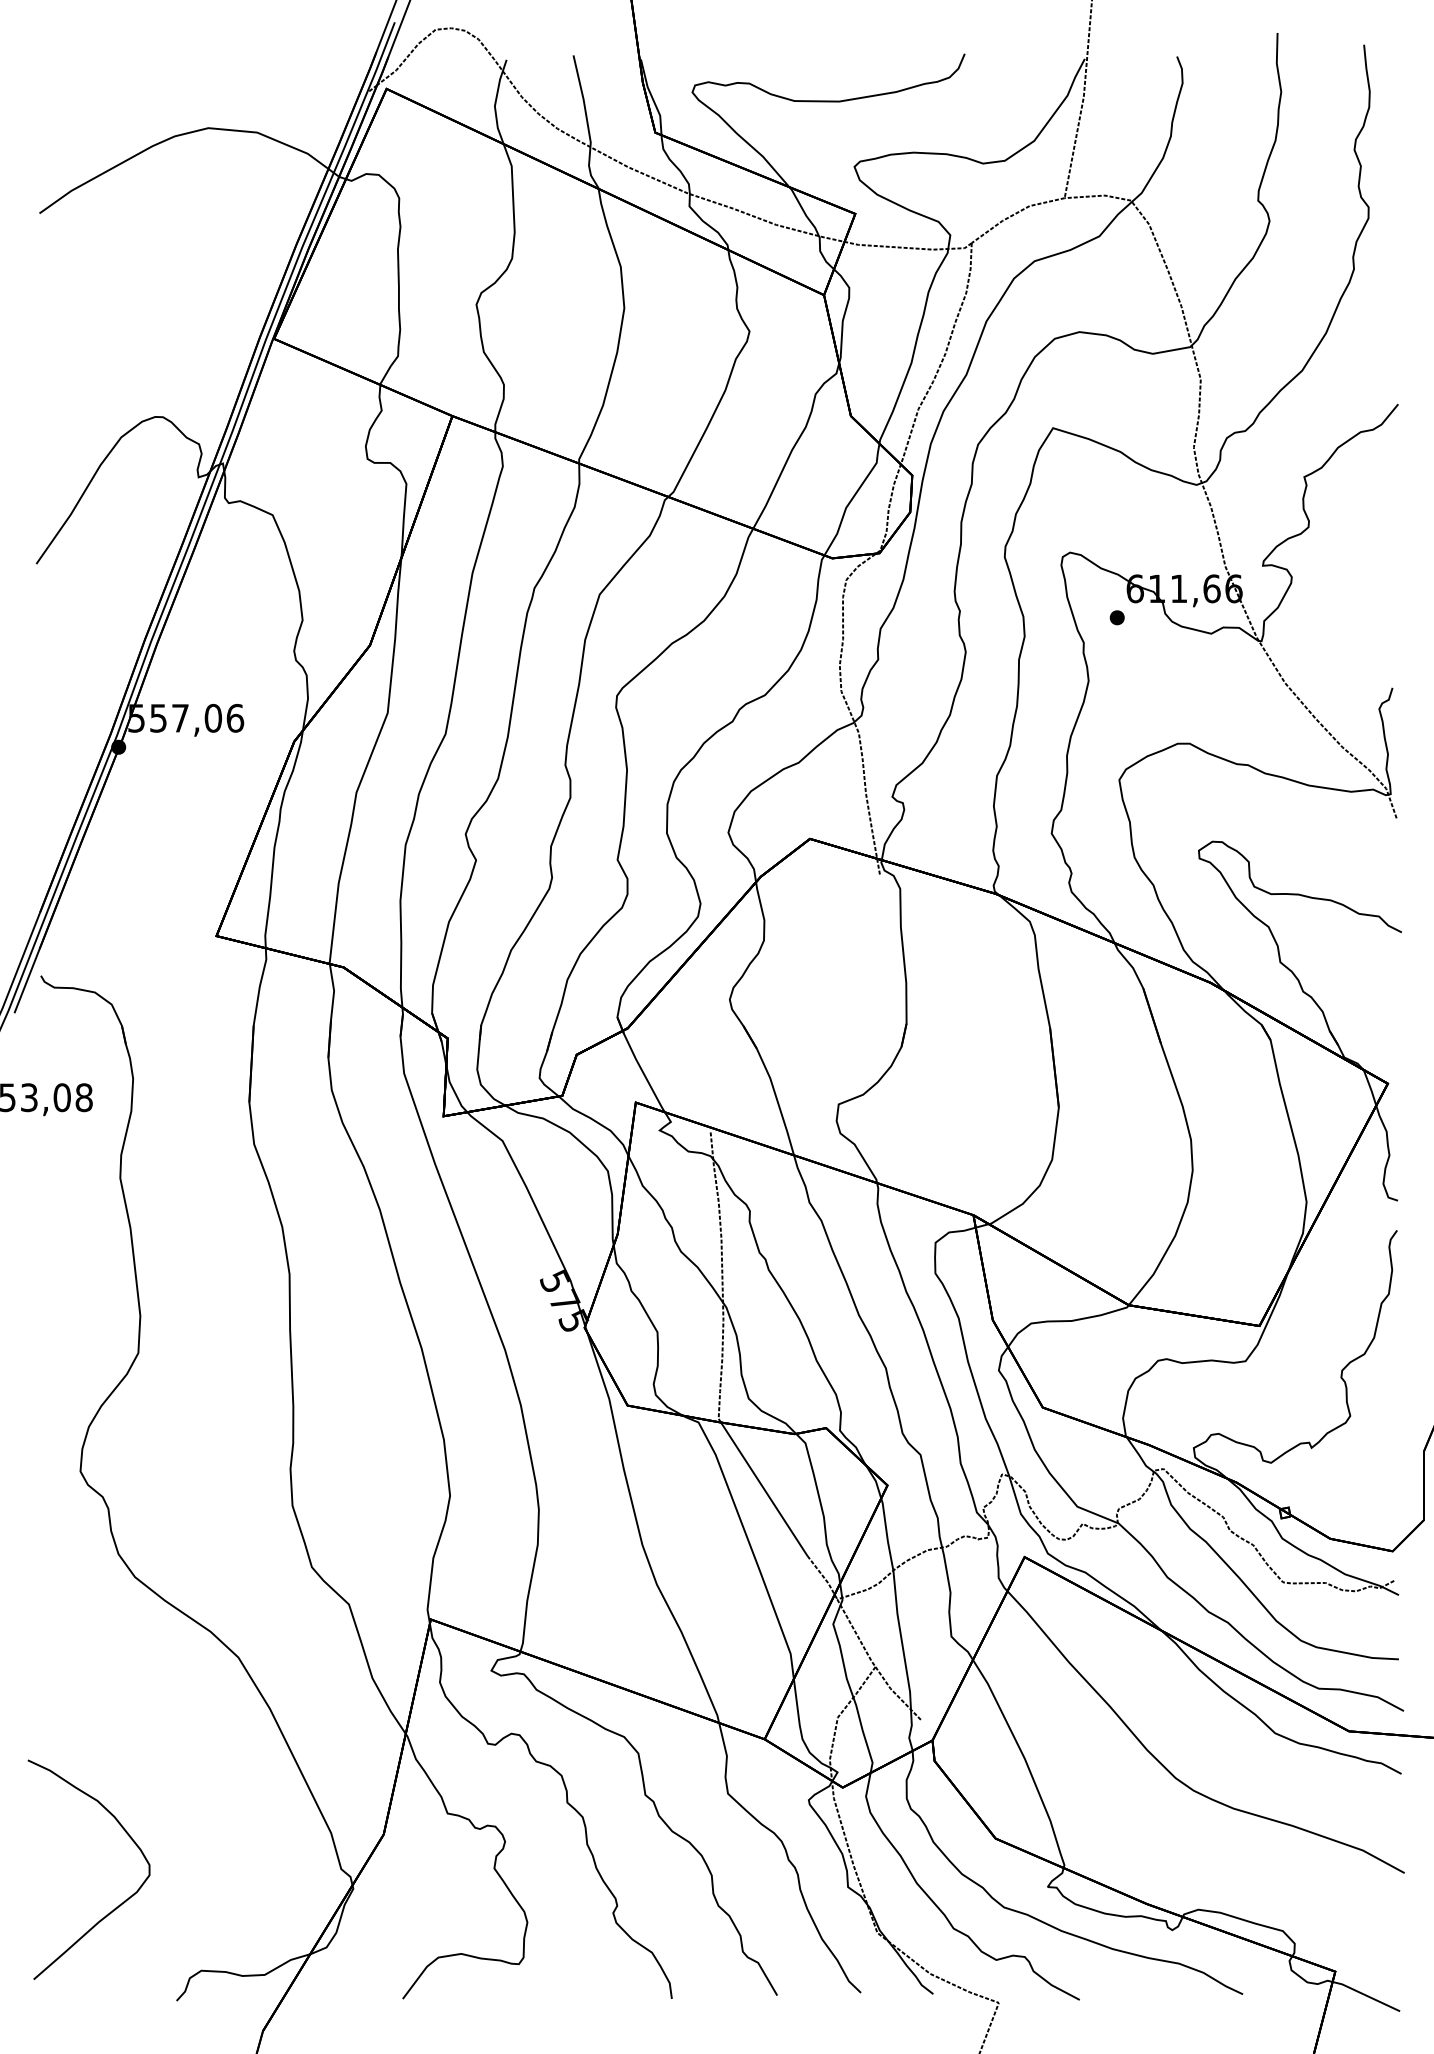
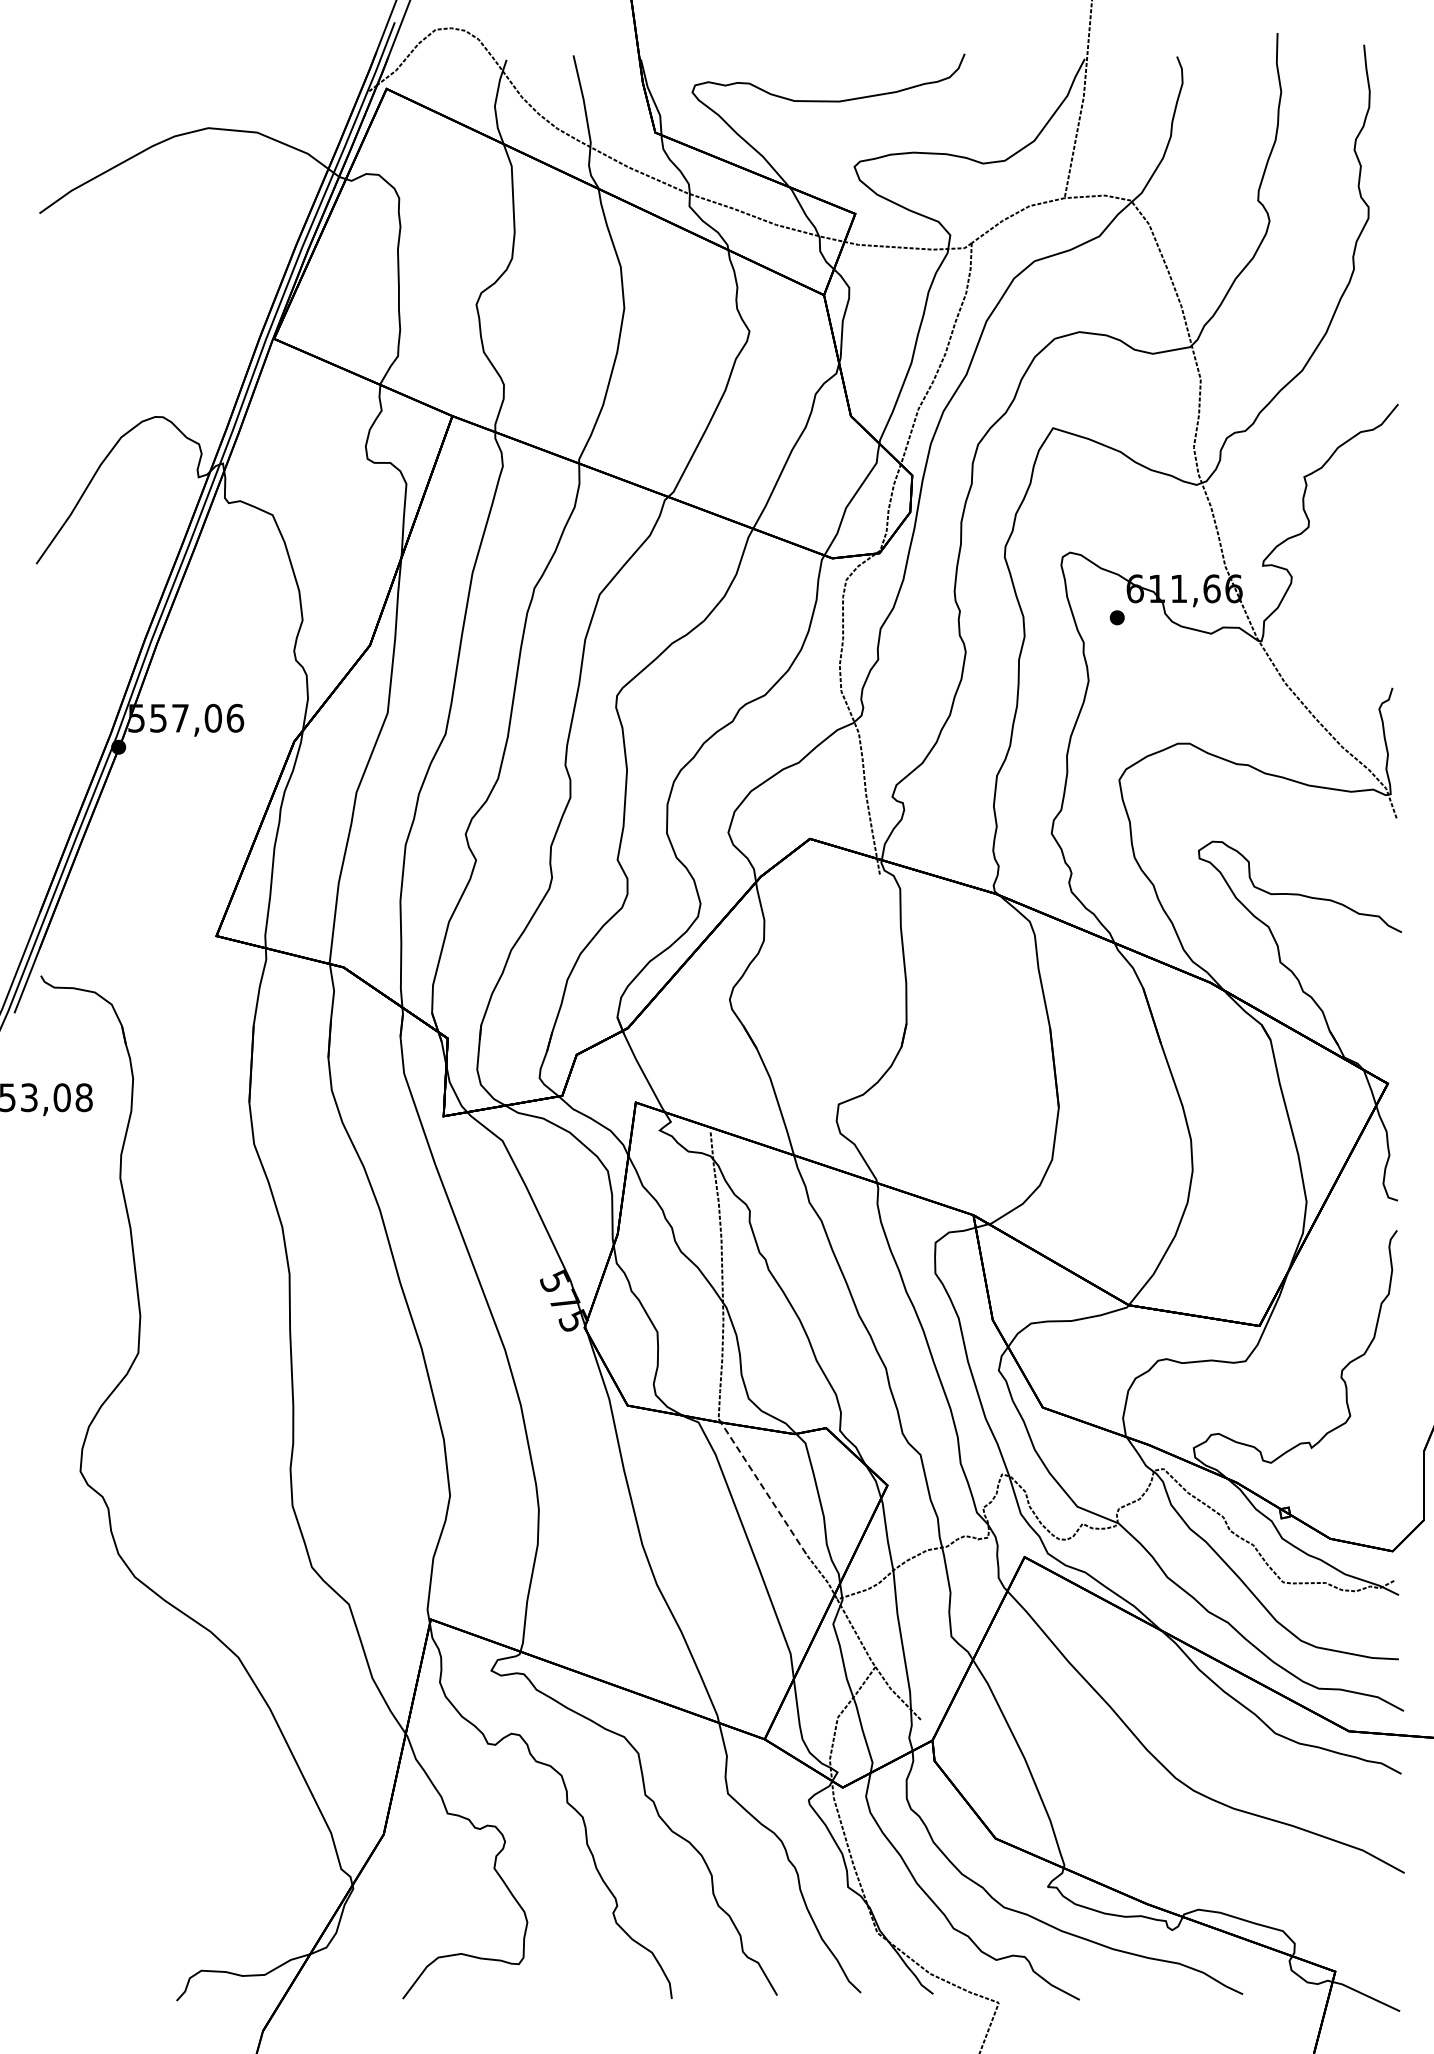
line at (763, 1487): solid -> dashed
part at (115, 1907): present -> none
